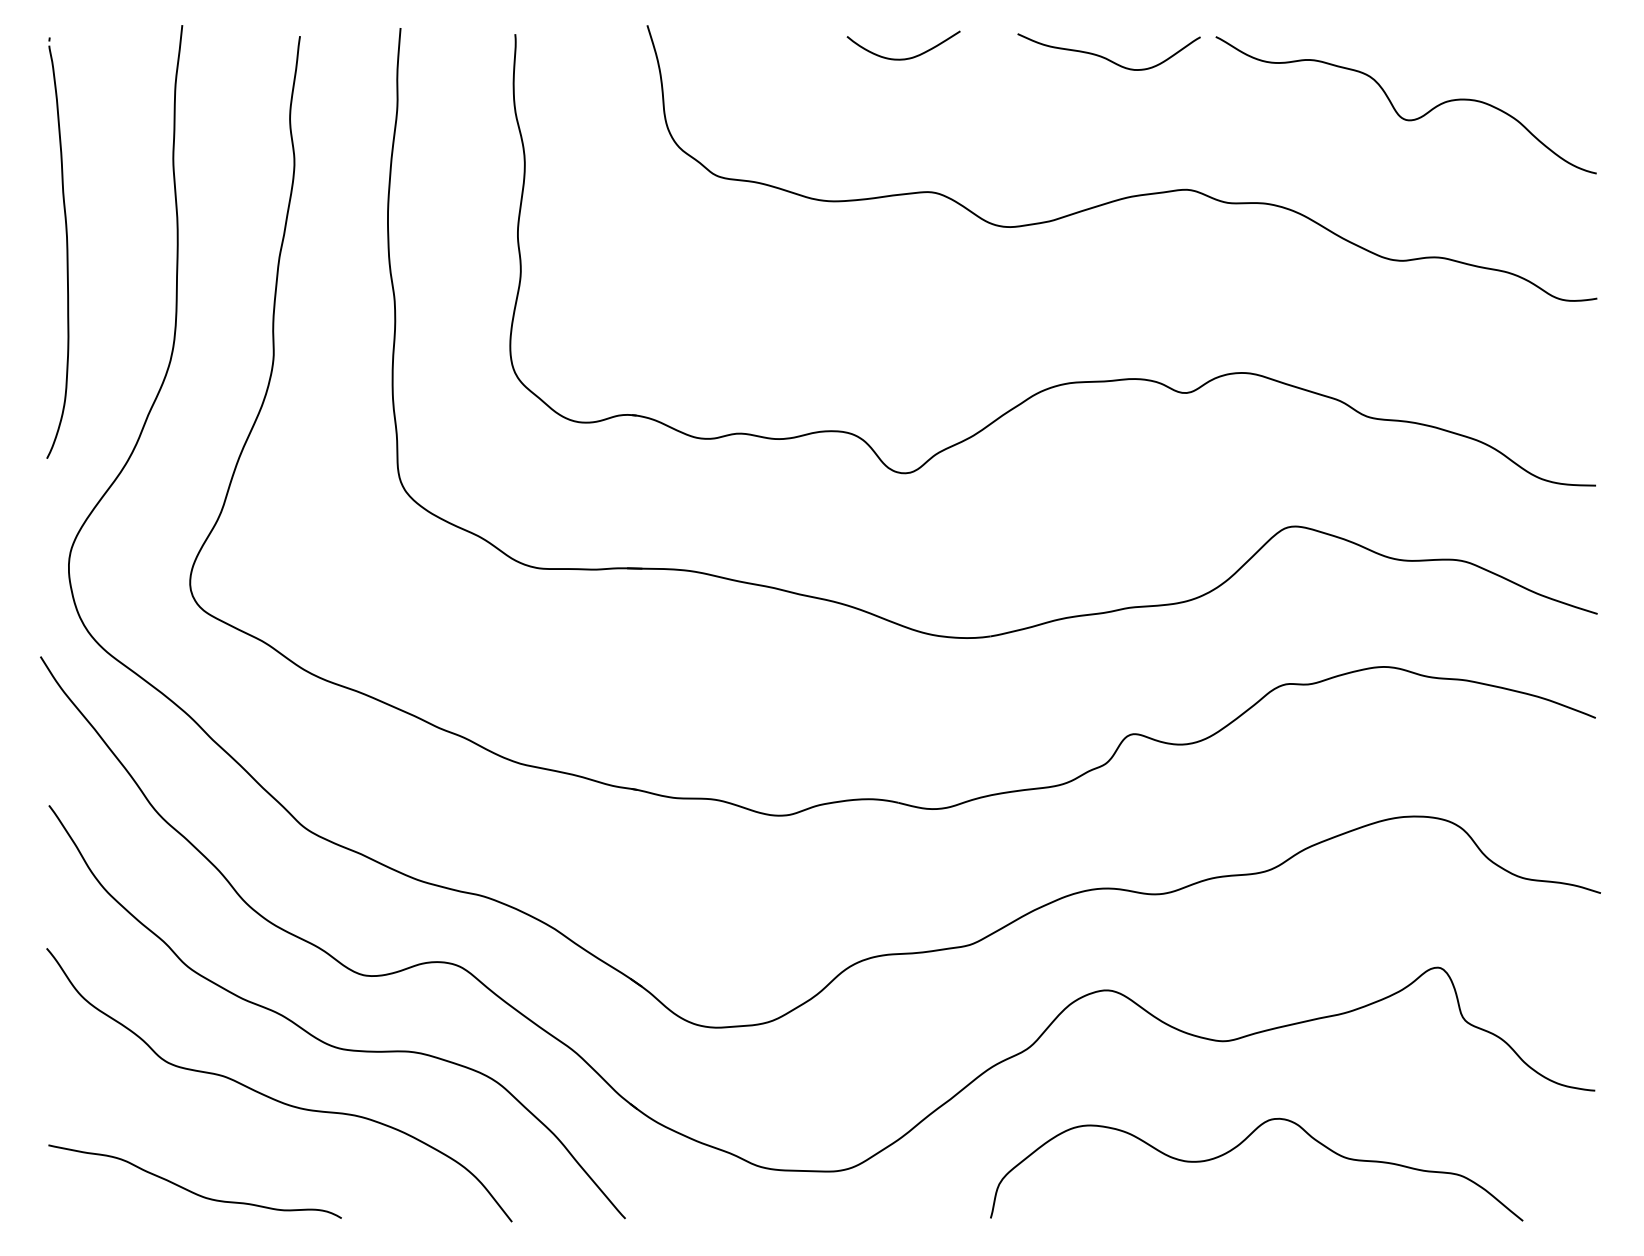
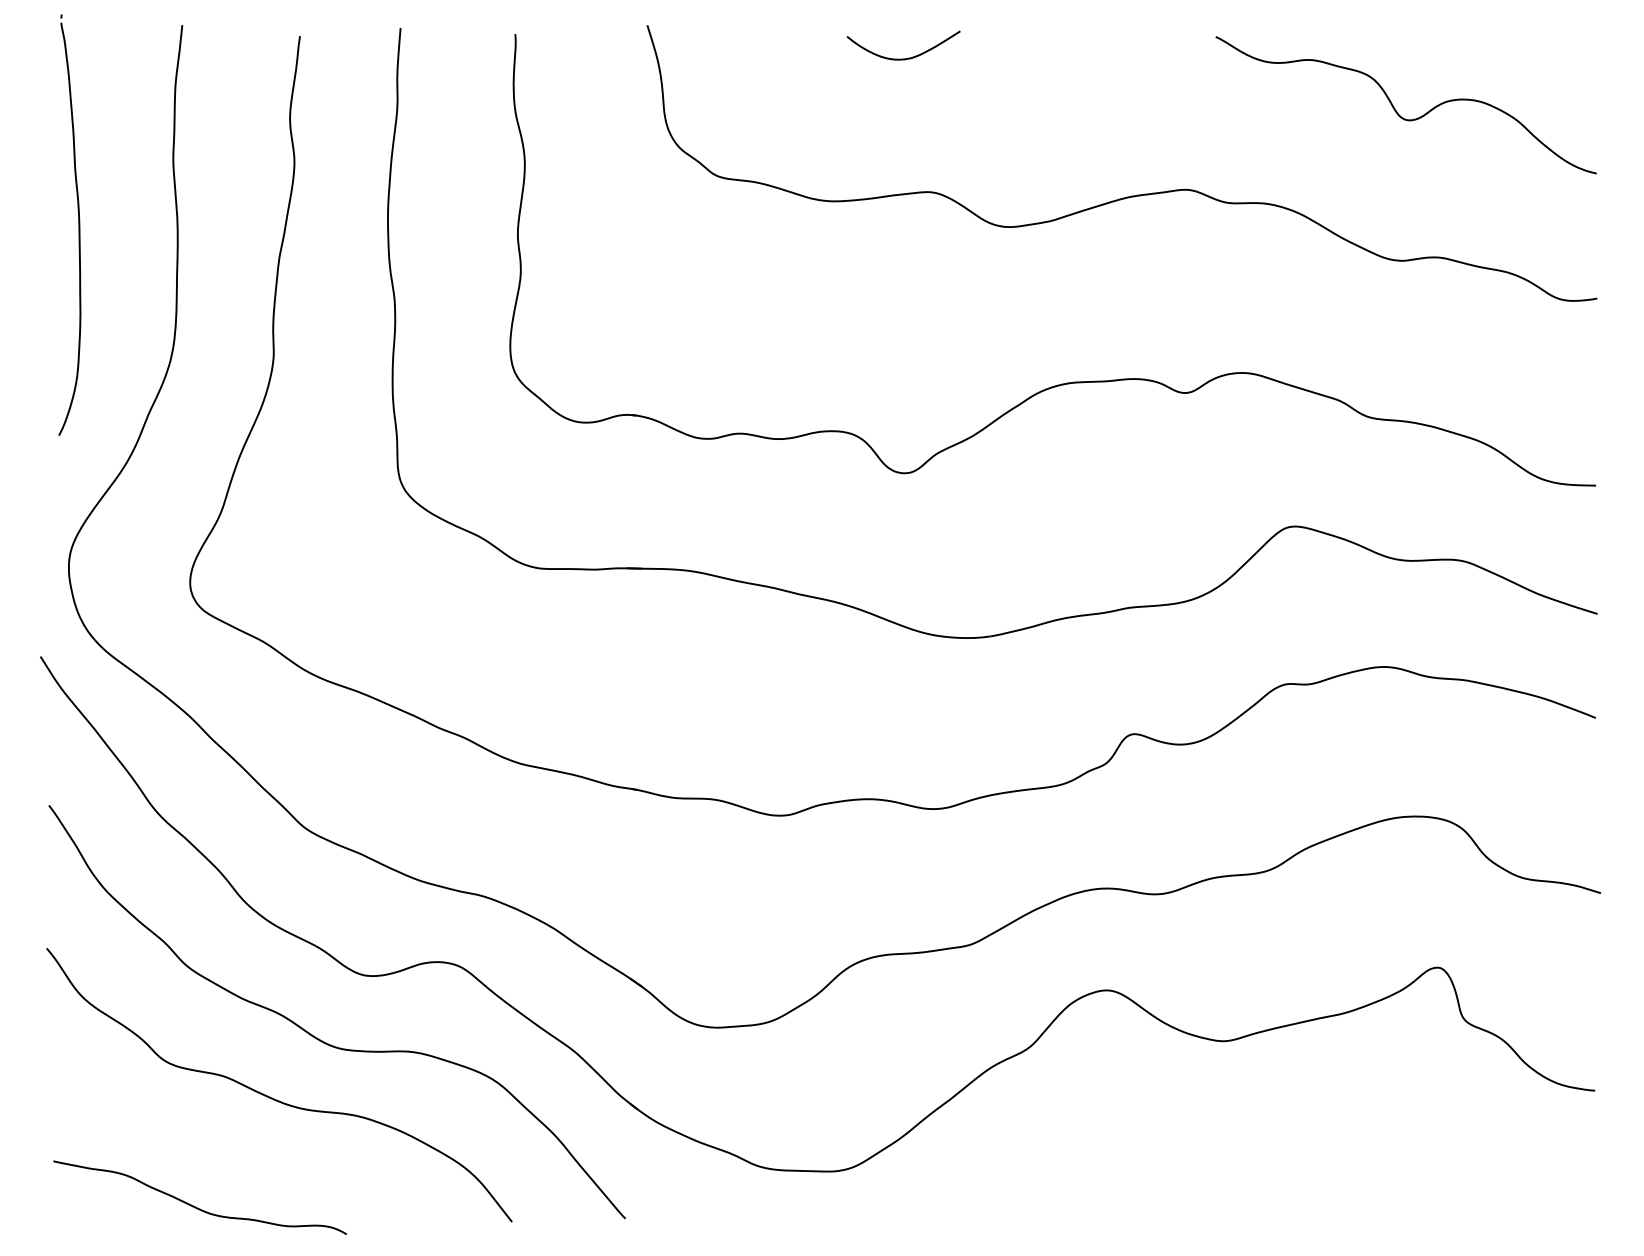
curve at (1106, 57): present -> none
part at (66, 247) position: (66, 247) -> (78, 224)
curve at (1237, 1147): present -> none
curve at (190, 1190) position: (190, 1190) -> (195, 1206)
